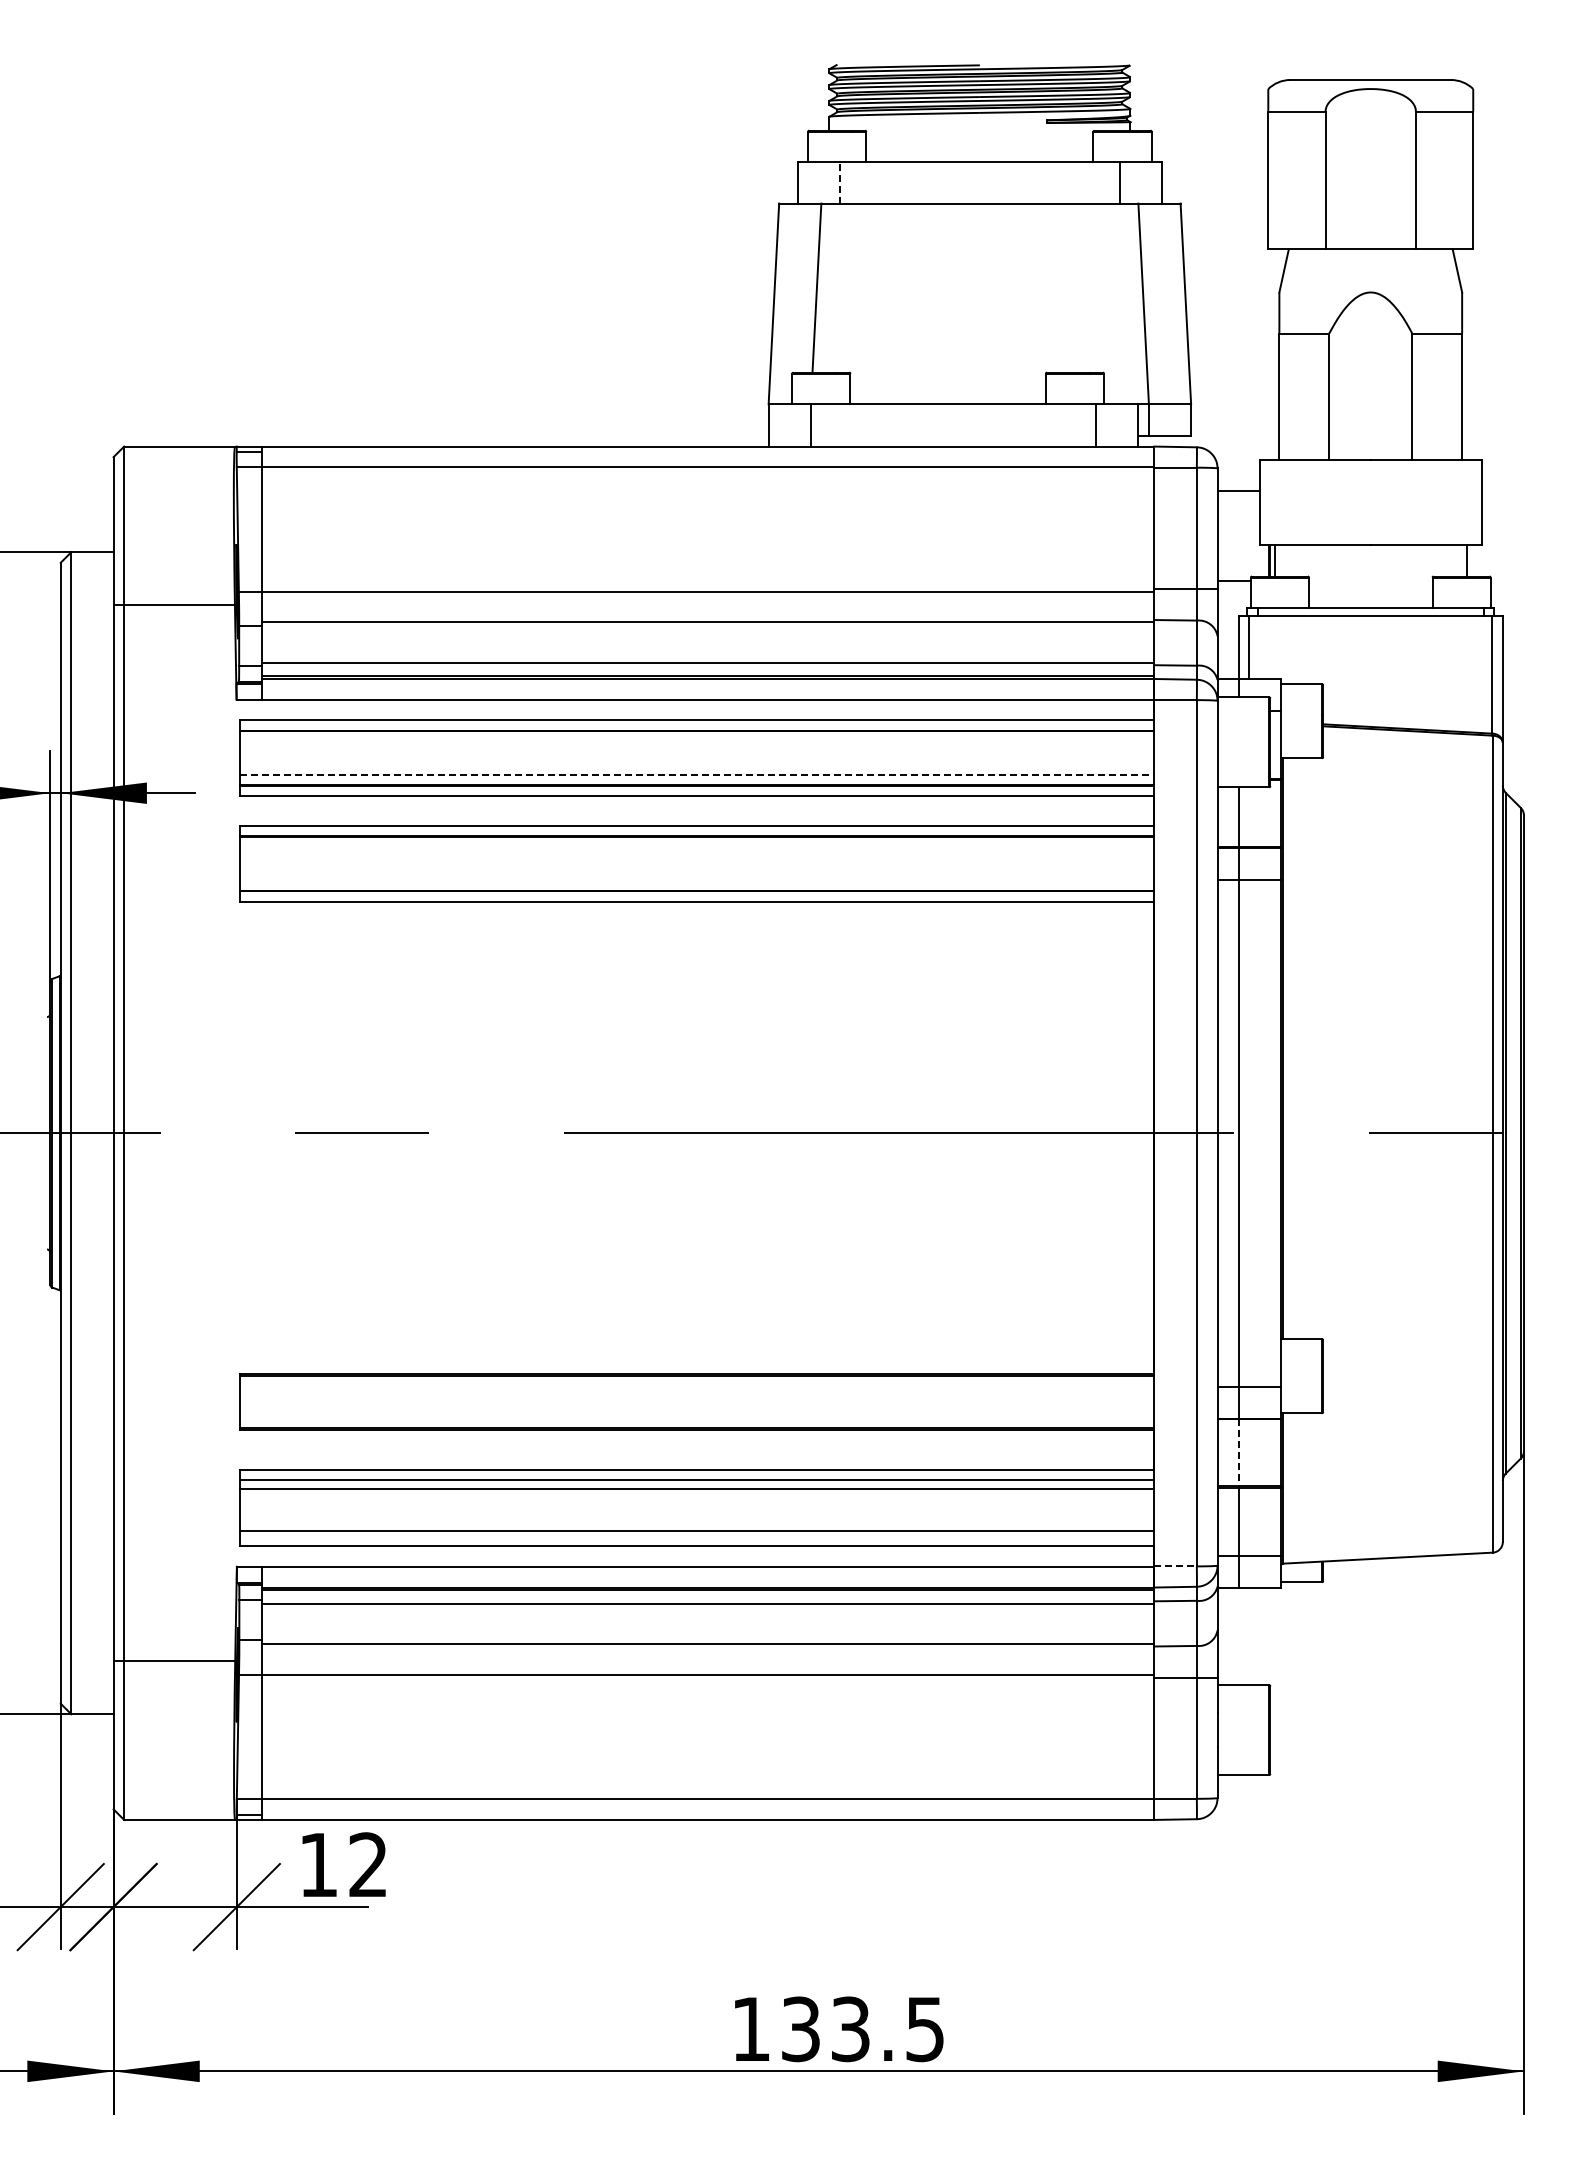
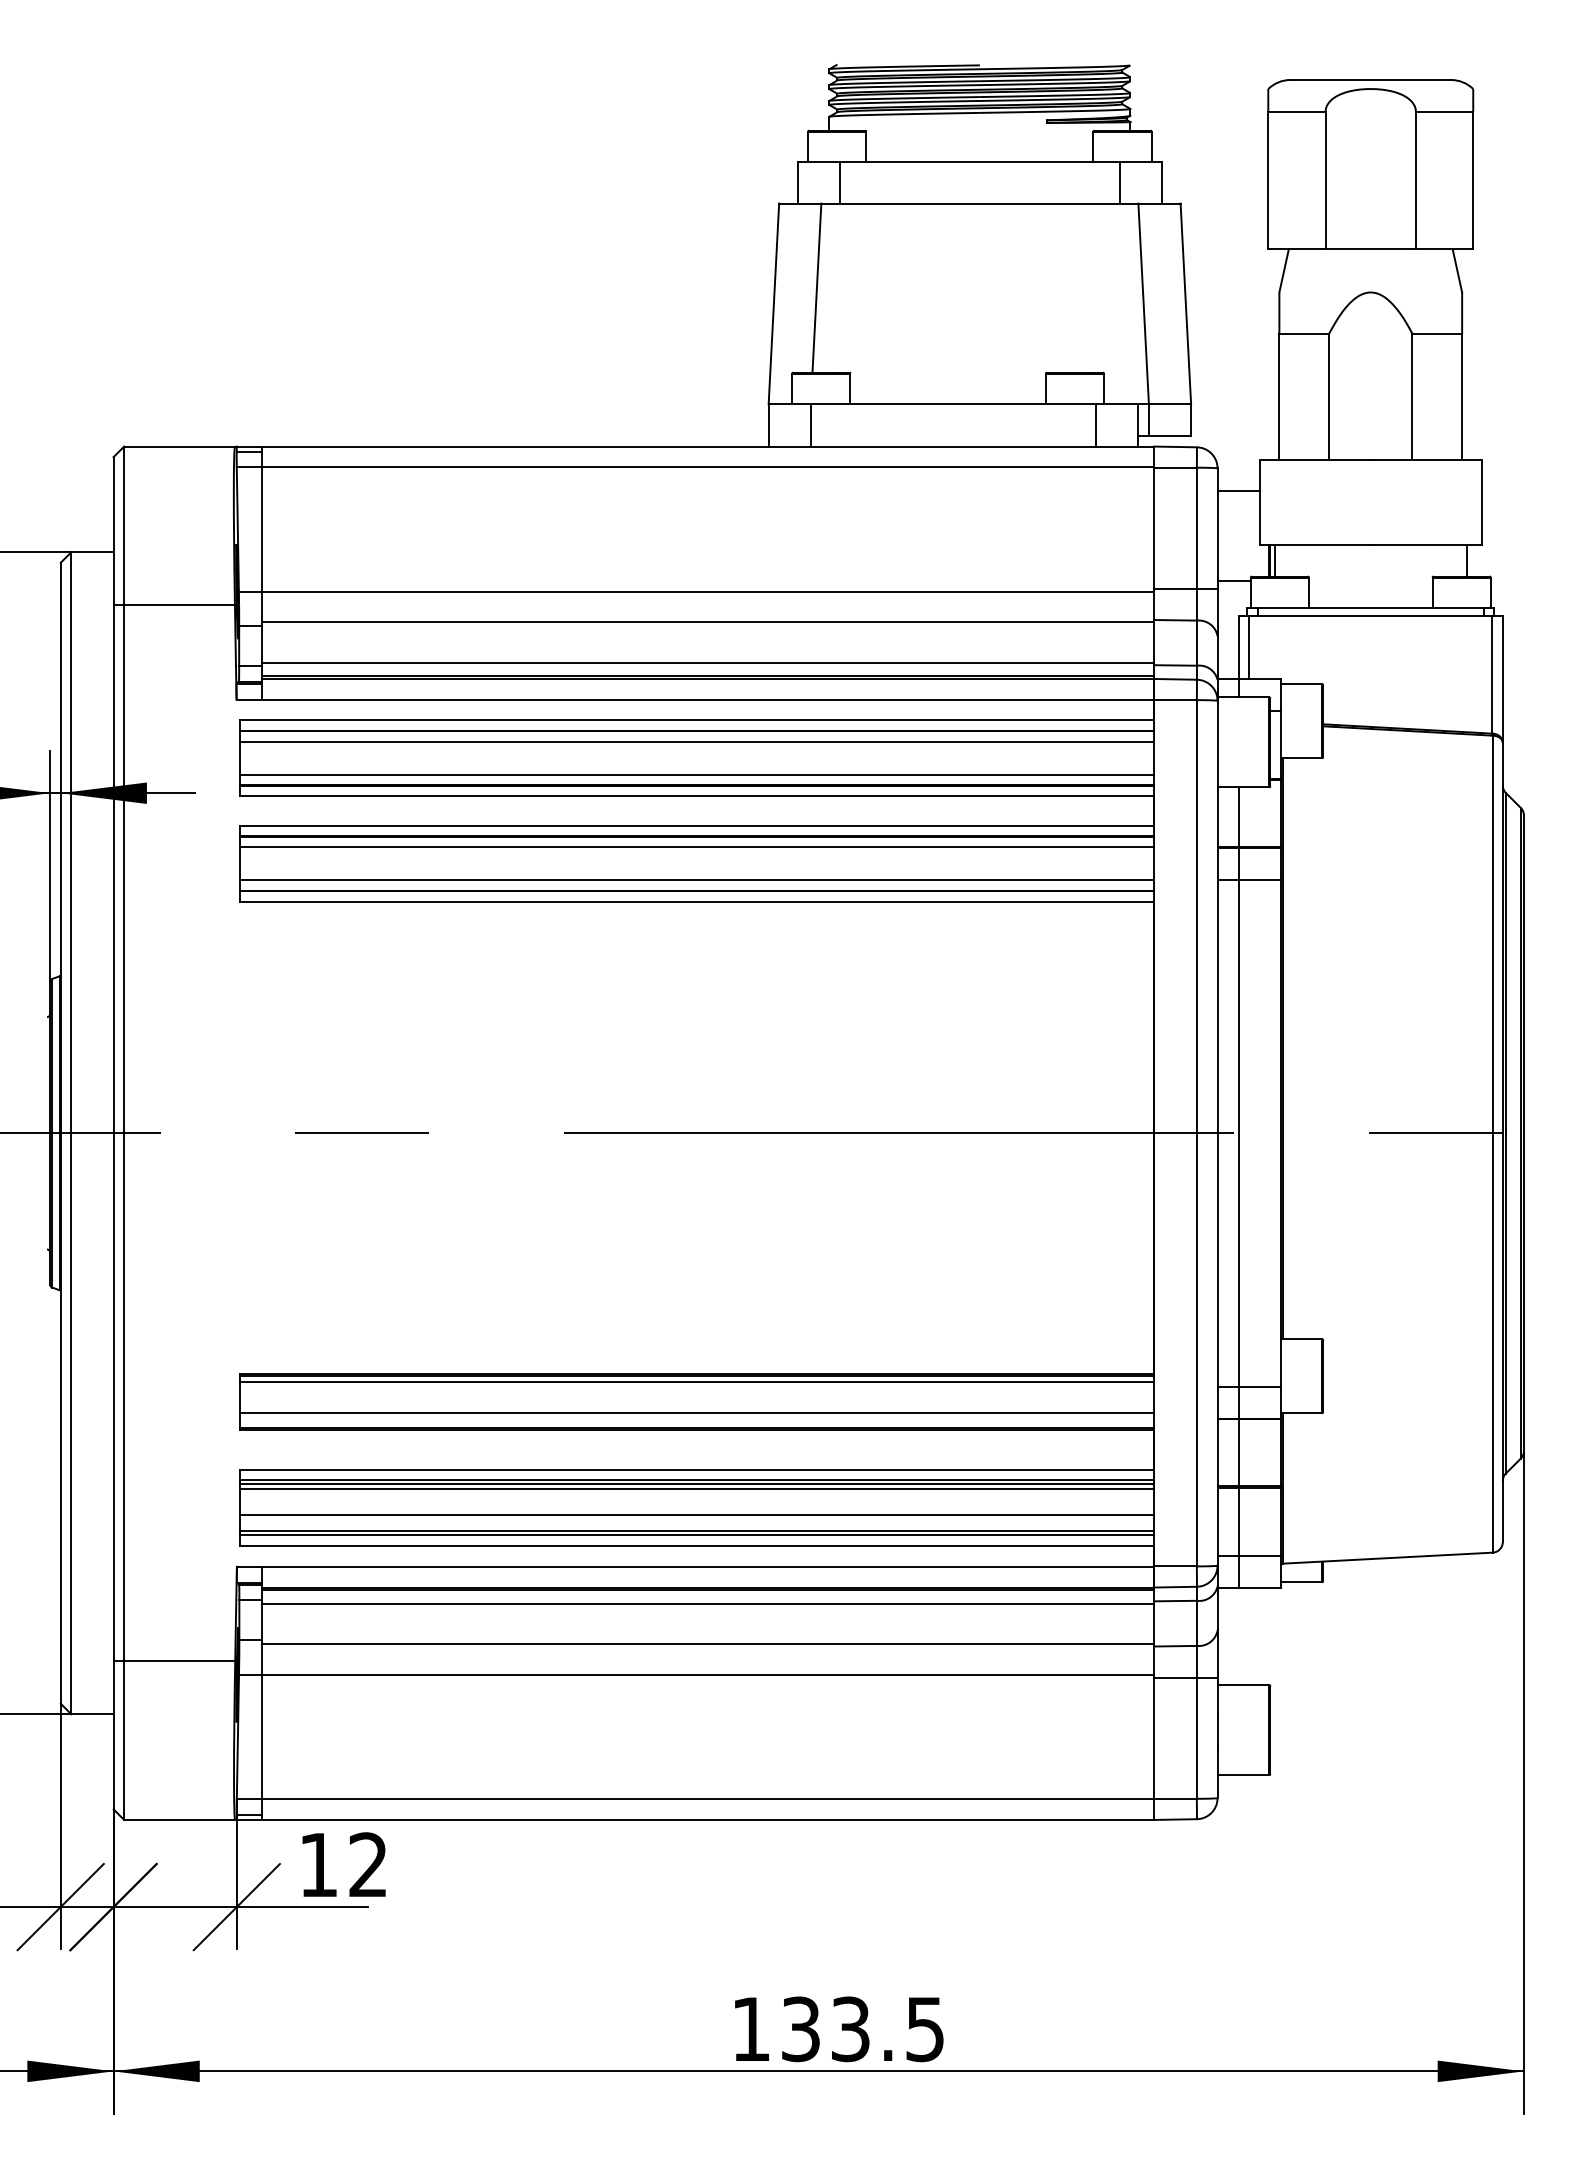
line at (839, 183): dashed -> solid
line at (697, 741): none -> present
line at (697, 774): dashed -> solid
line at (697, 847): none -> present
line at (697, 880): none -> present
line at (697, 1382): none -> present
line at (697, 1413): none -> present
line at (1238, 1453): dashed -> solid
line at (697, 1484): none -> present
line at (697, 1514): none -> present
line at (697, 1535): none -> present
line at (1176, 1566): dashed -> solid
